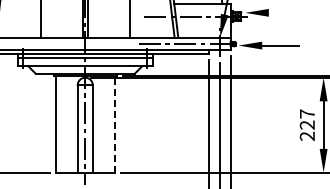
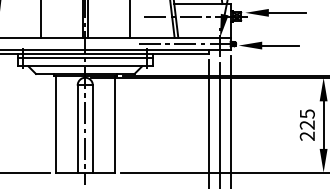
line at (286, 12): none -> present
text at (307, 113): 227 -> 225
line at (114, 123): dashed -> solid
